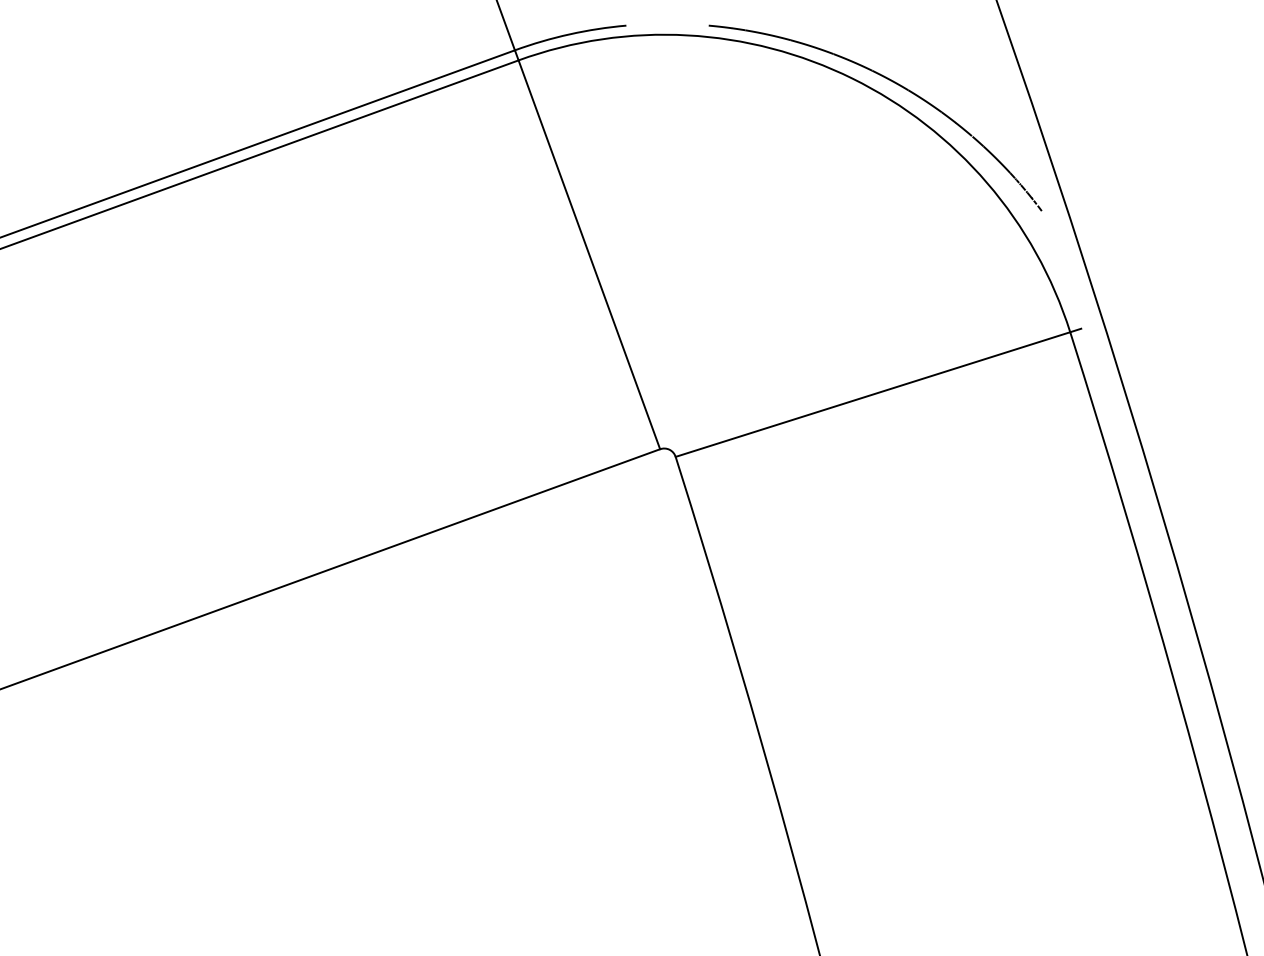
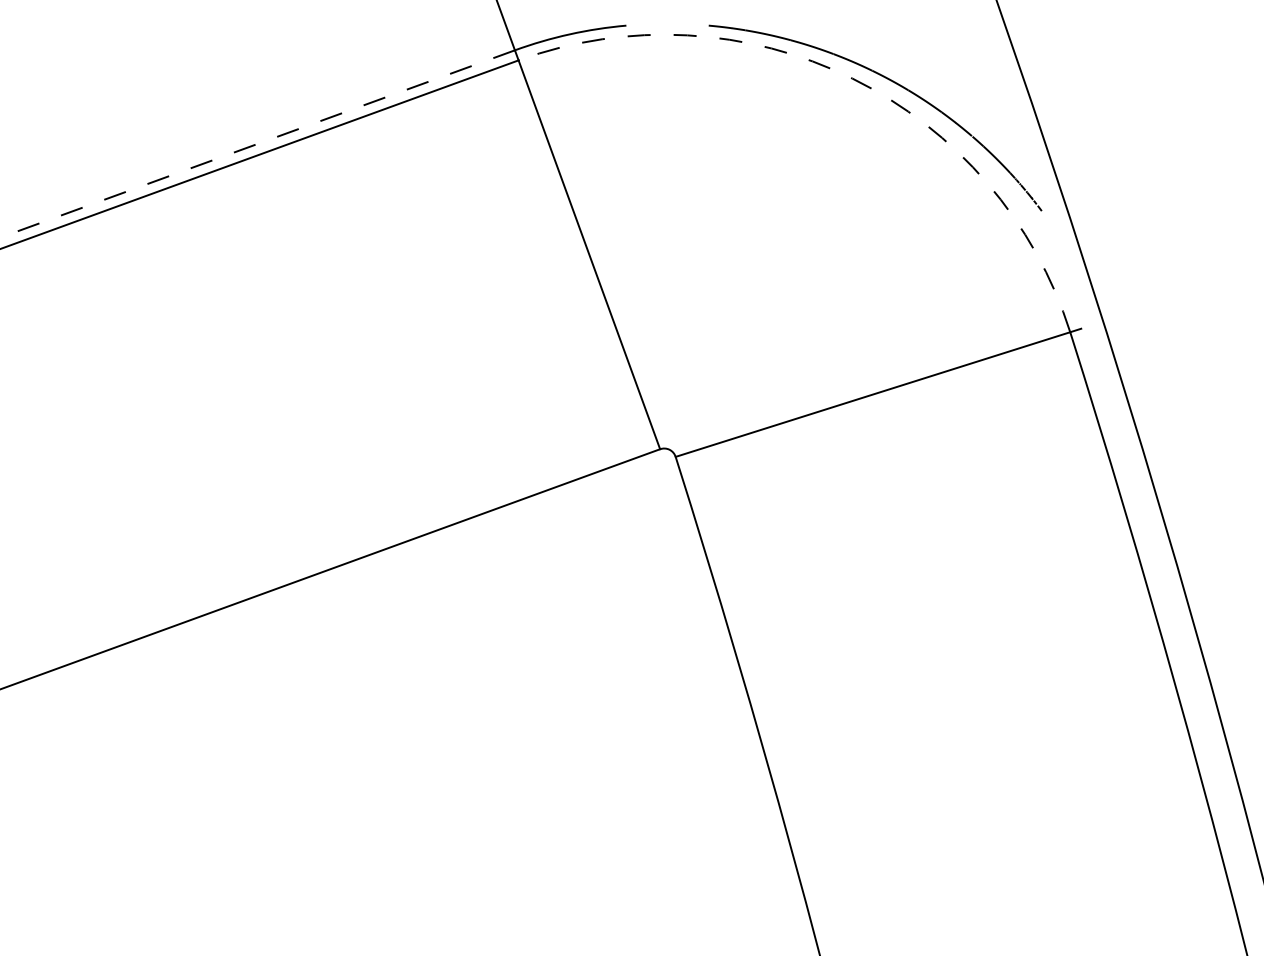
arc at (852, 78): solid -> dashed
line at (257, 144): solid -> dashed
